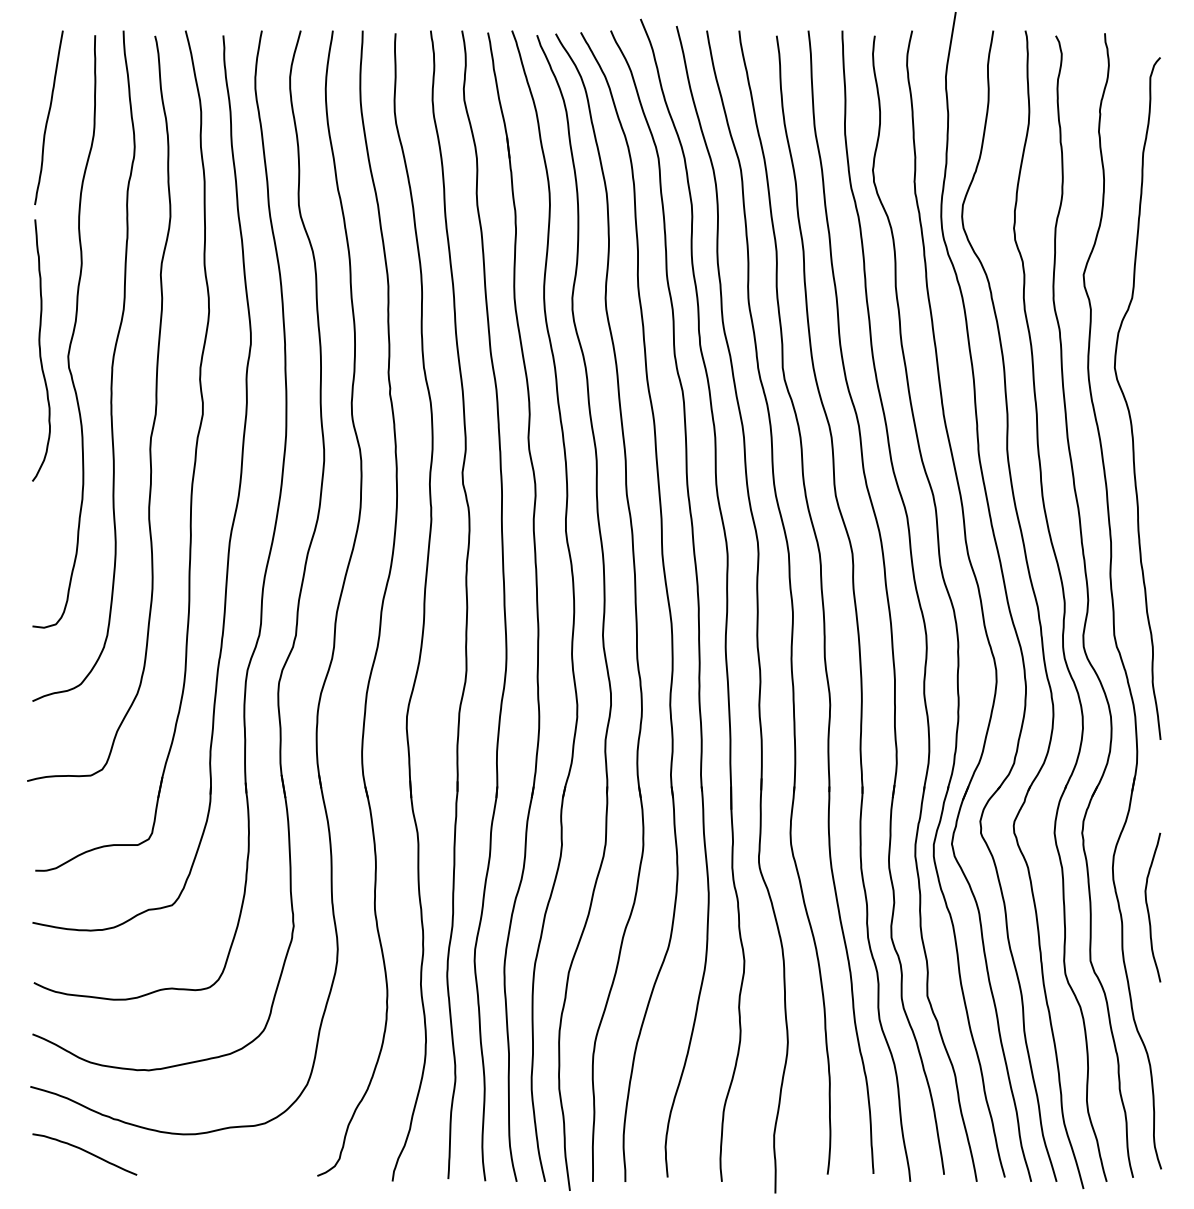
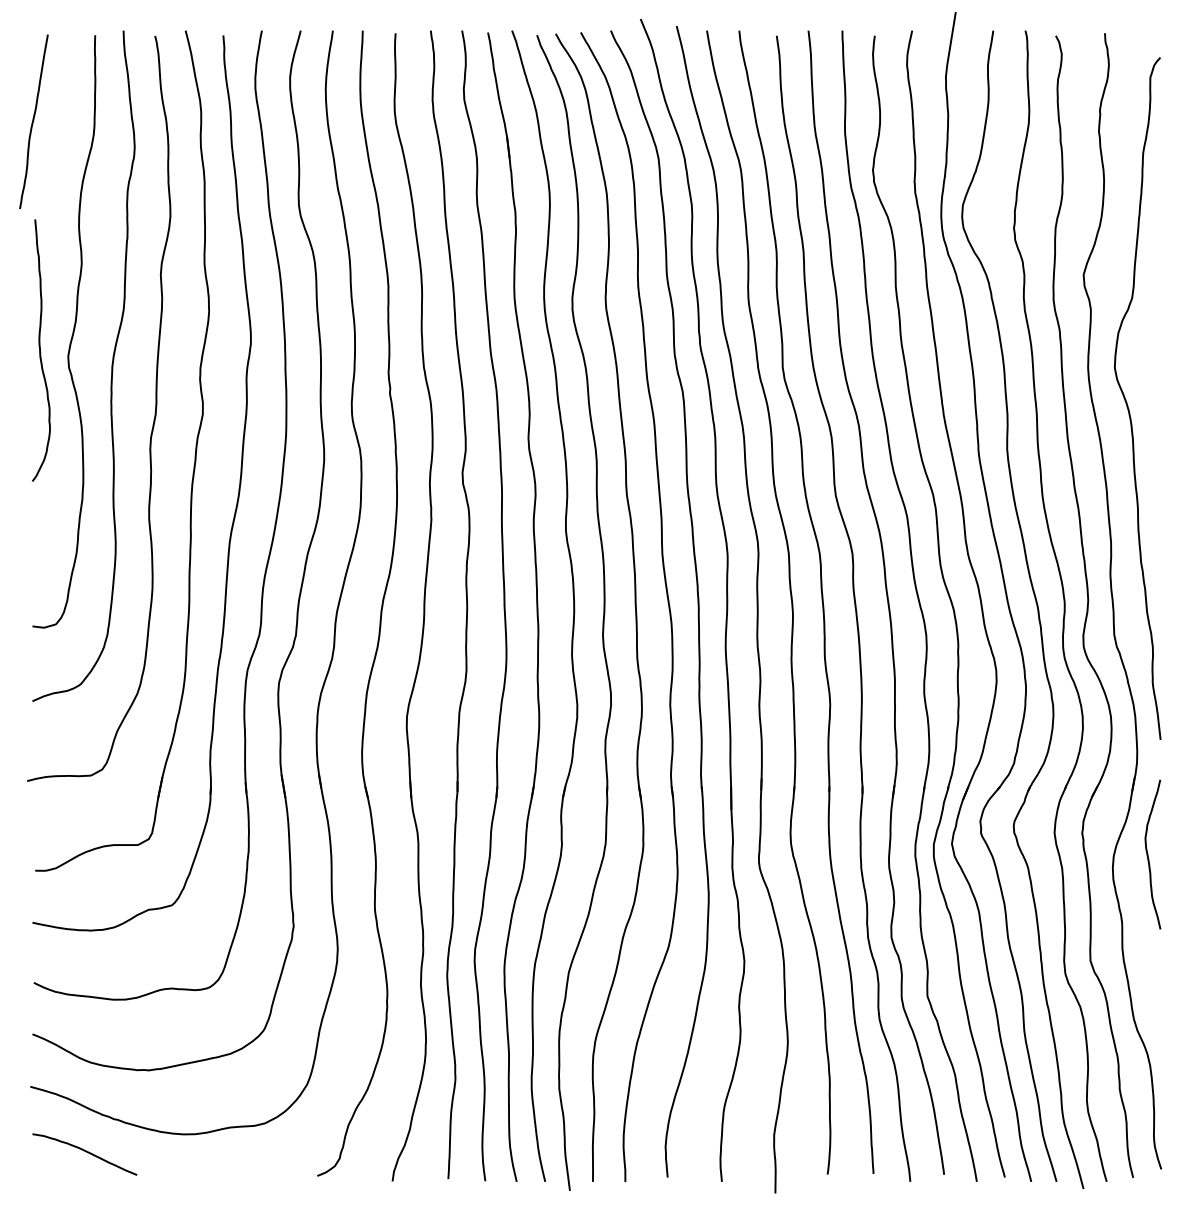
curve at (48, 117) position: (48, 117) -> (33, 121)
curve at (1148, 907) position: (1148, 907) -> (1148, 854)
